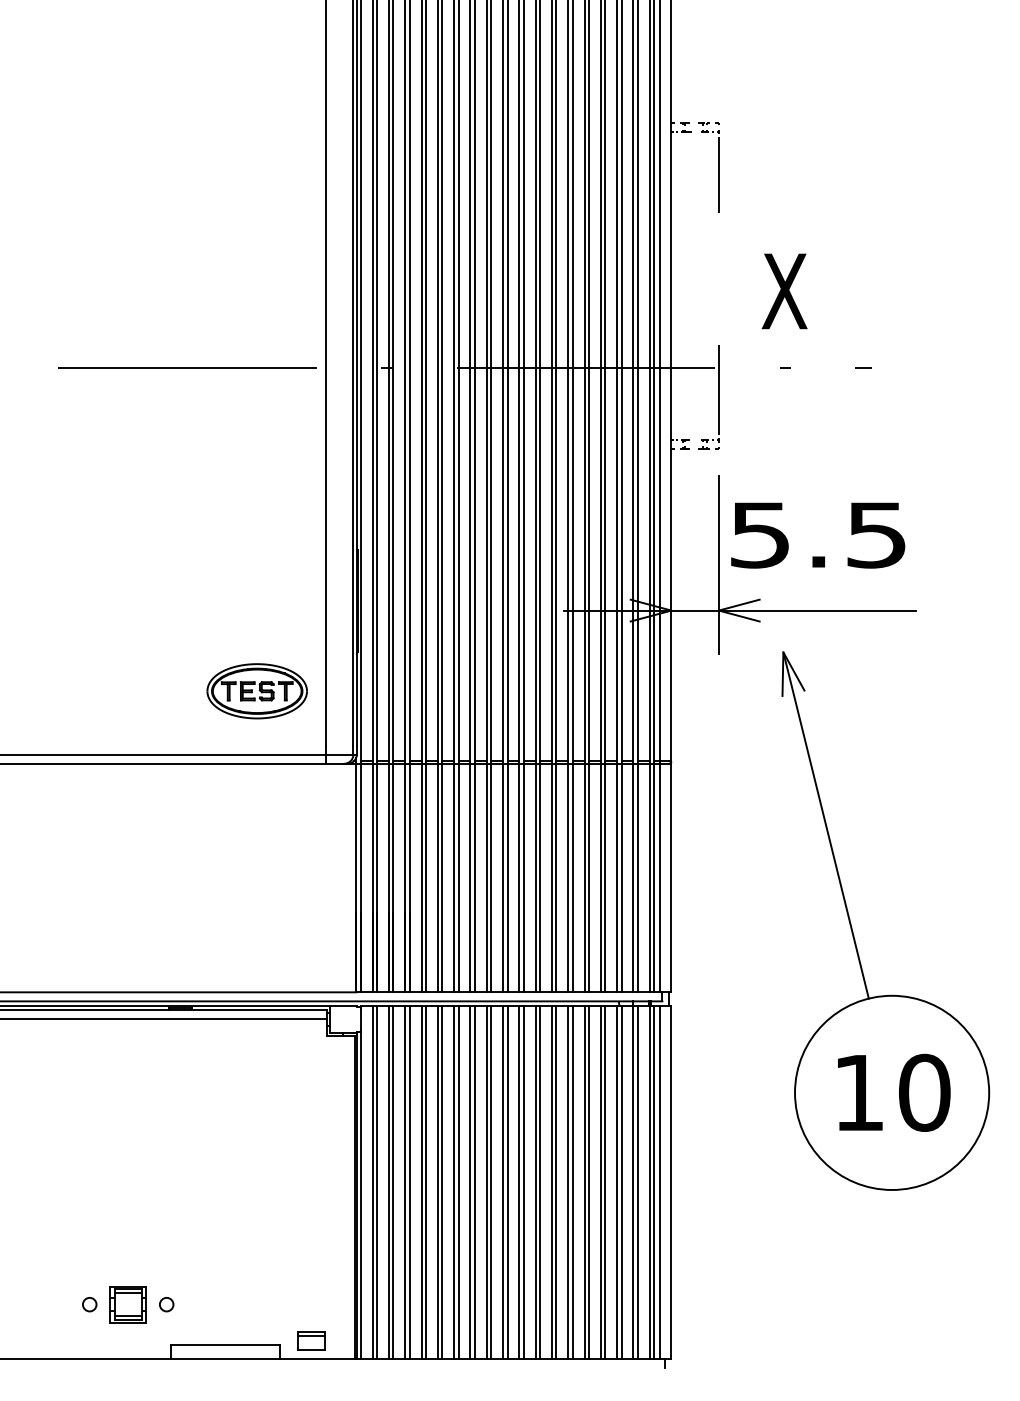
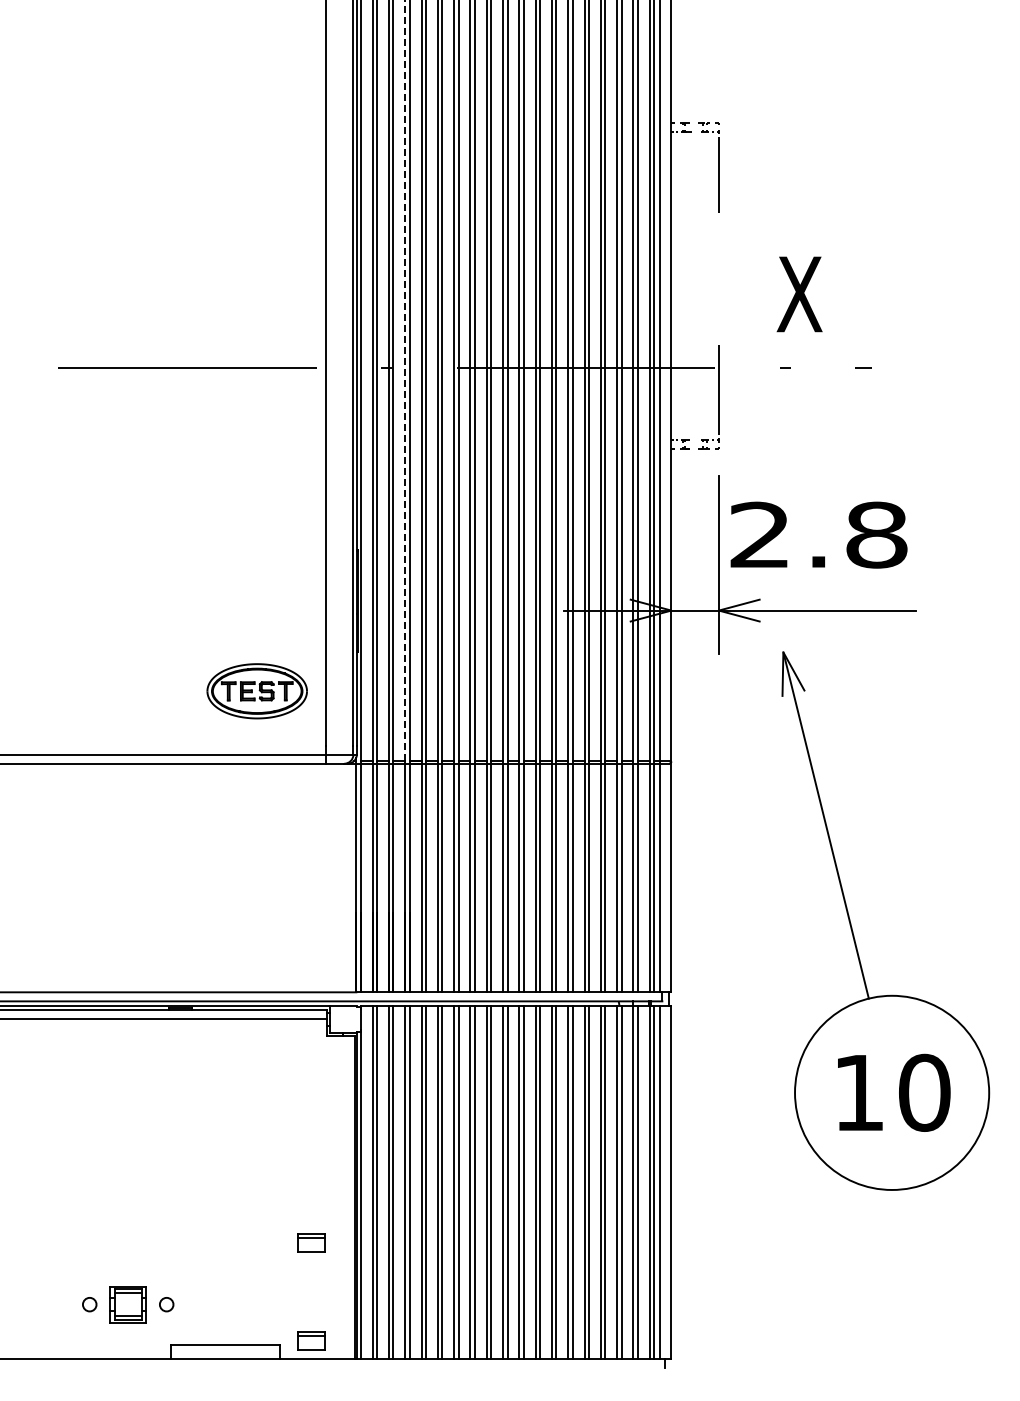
text at (784, 291) position: (784, 291) -> (799, 294)
line at (405, 380): solid -> dashed
text at (818, 534): 5.5 -> 2.8
part at (311, 1242): none -> present
